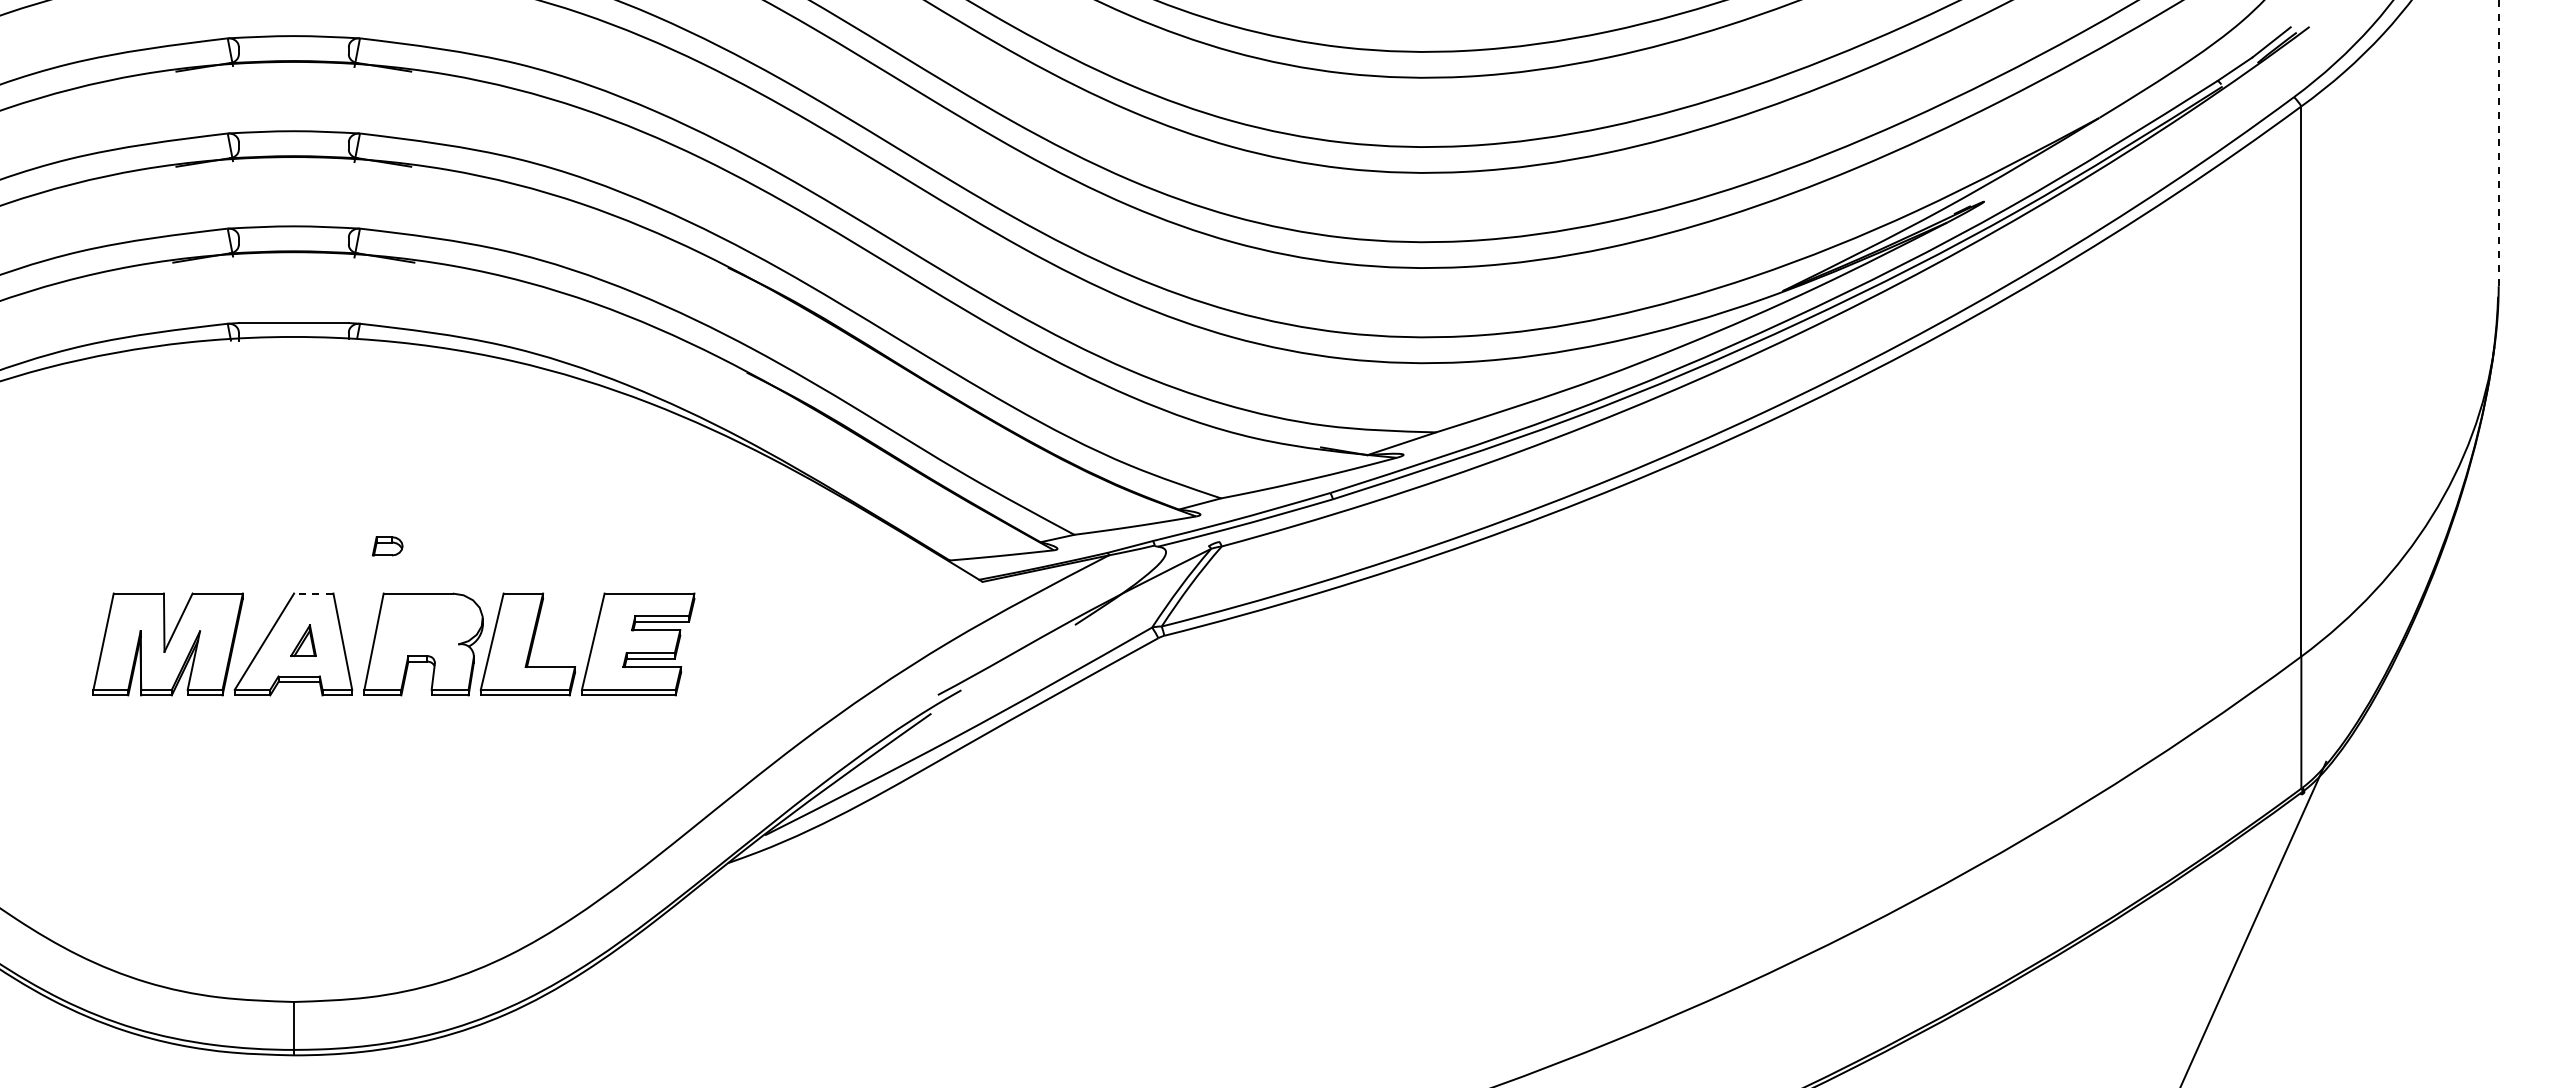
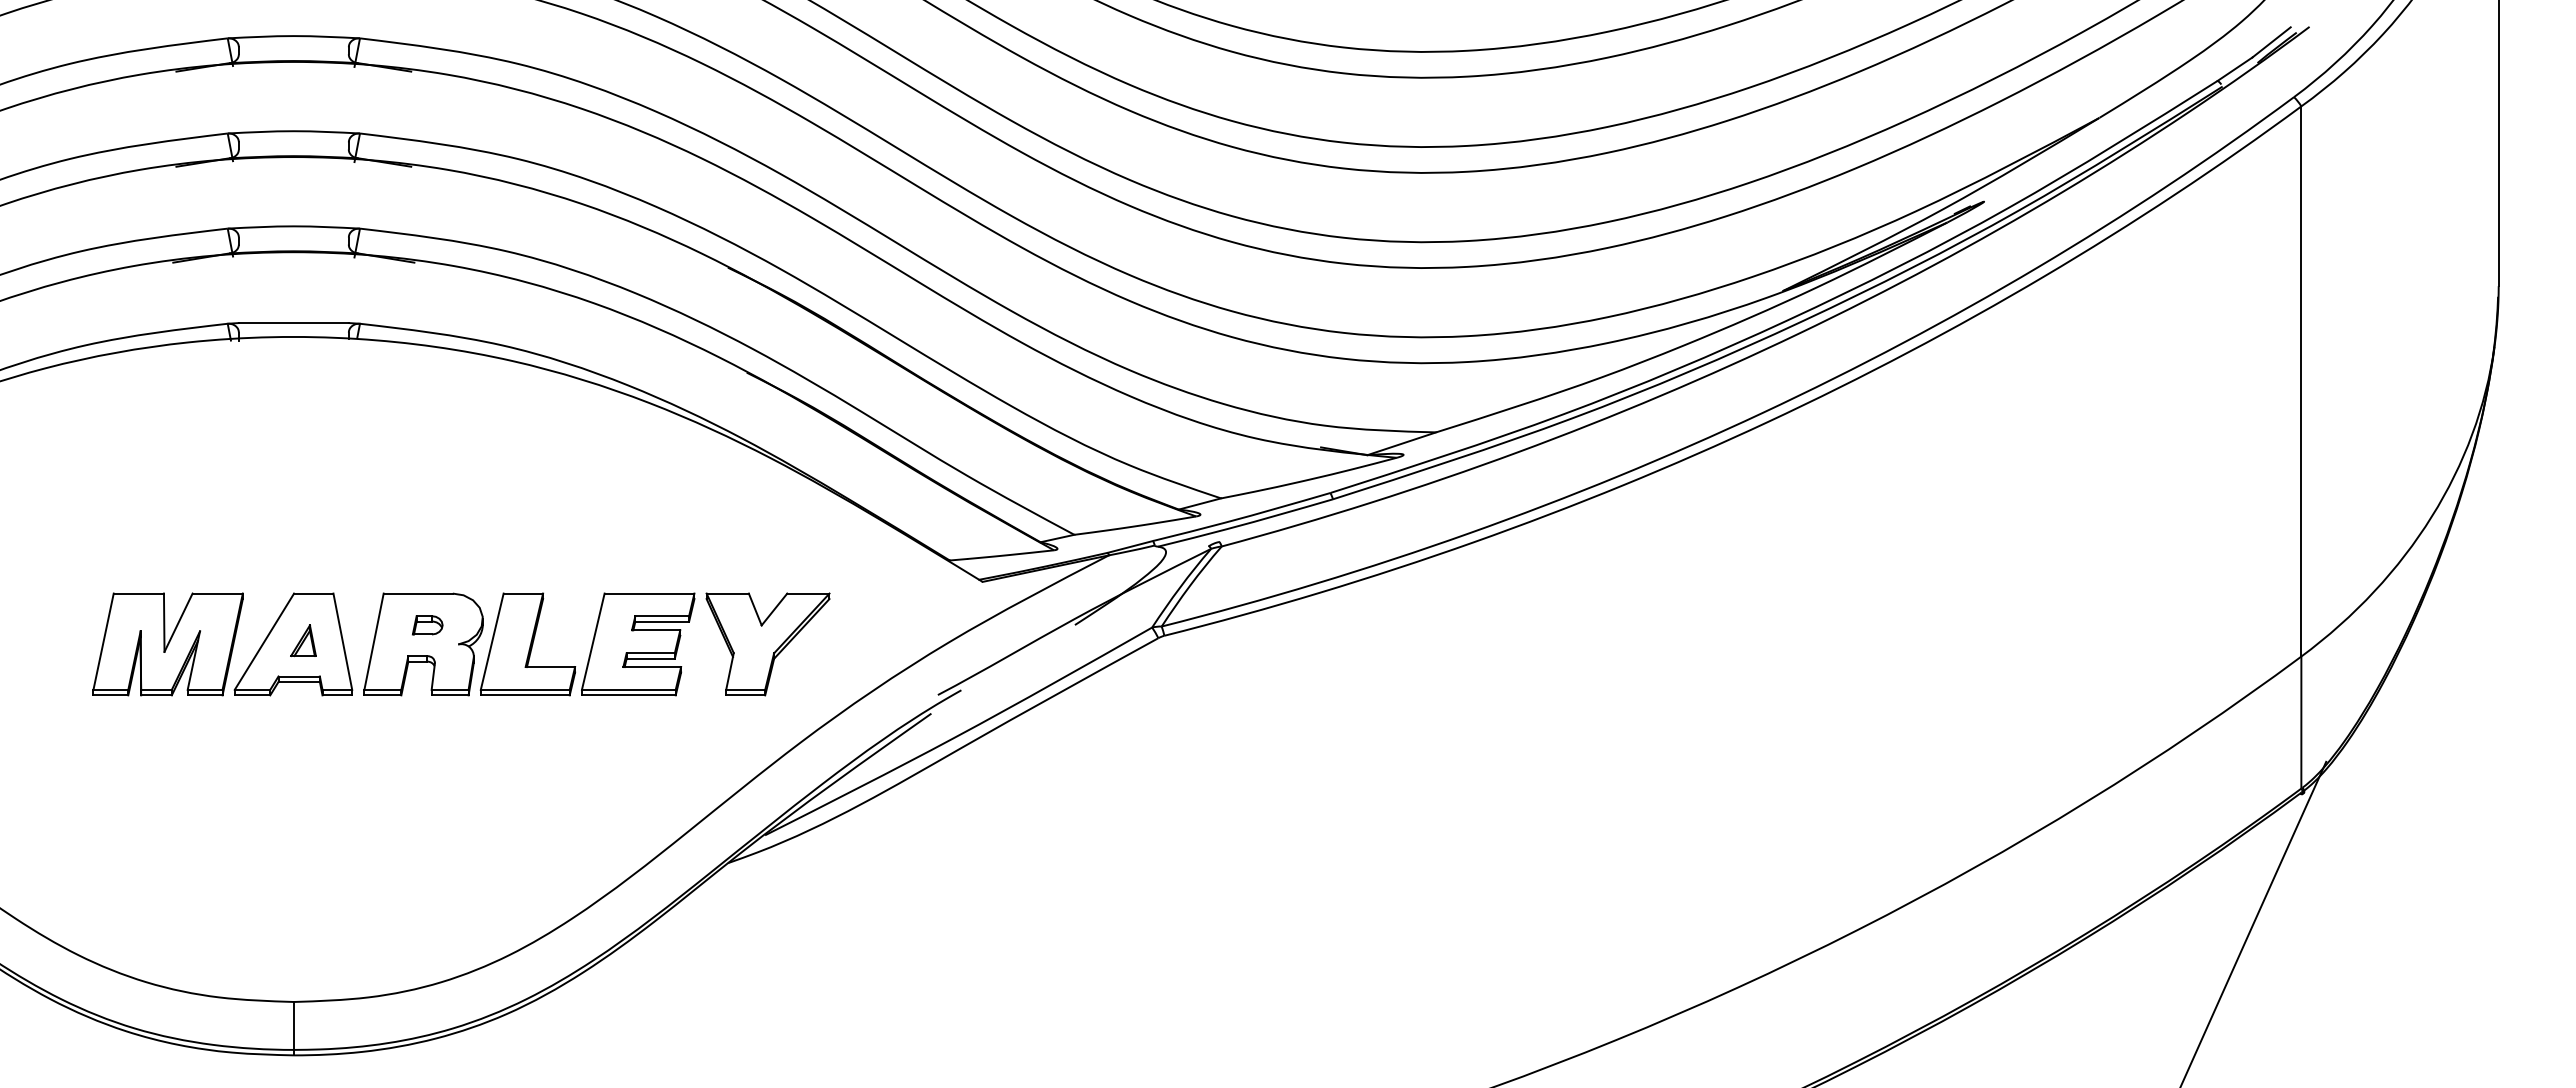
line at (2498, 143): dashed -> solid
part at (387, 546) position: (387, 546) -> (427, 625)
line at (313, 593): dashed -> solid
part at (767, 644): none -> present
